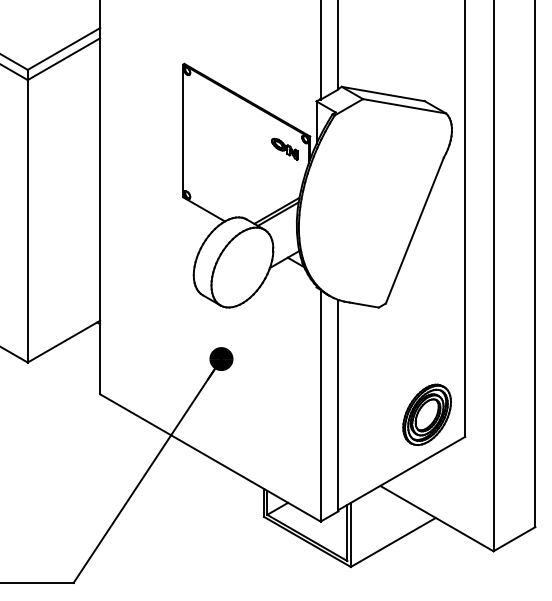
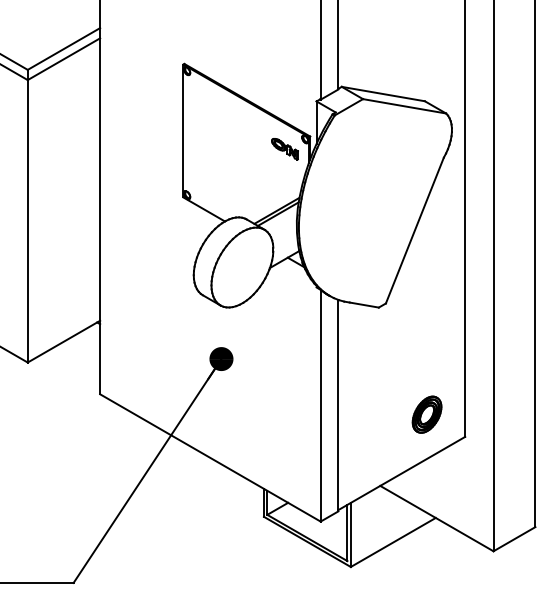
part at (426, 414) size: 50x63 px -> 32x39 px
